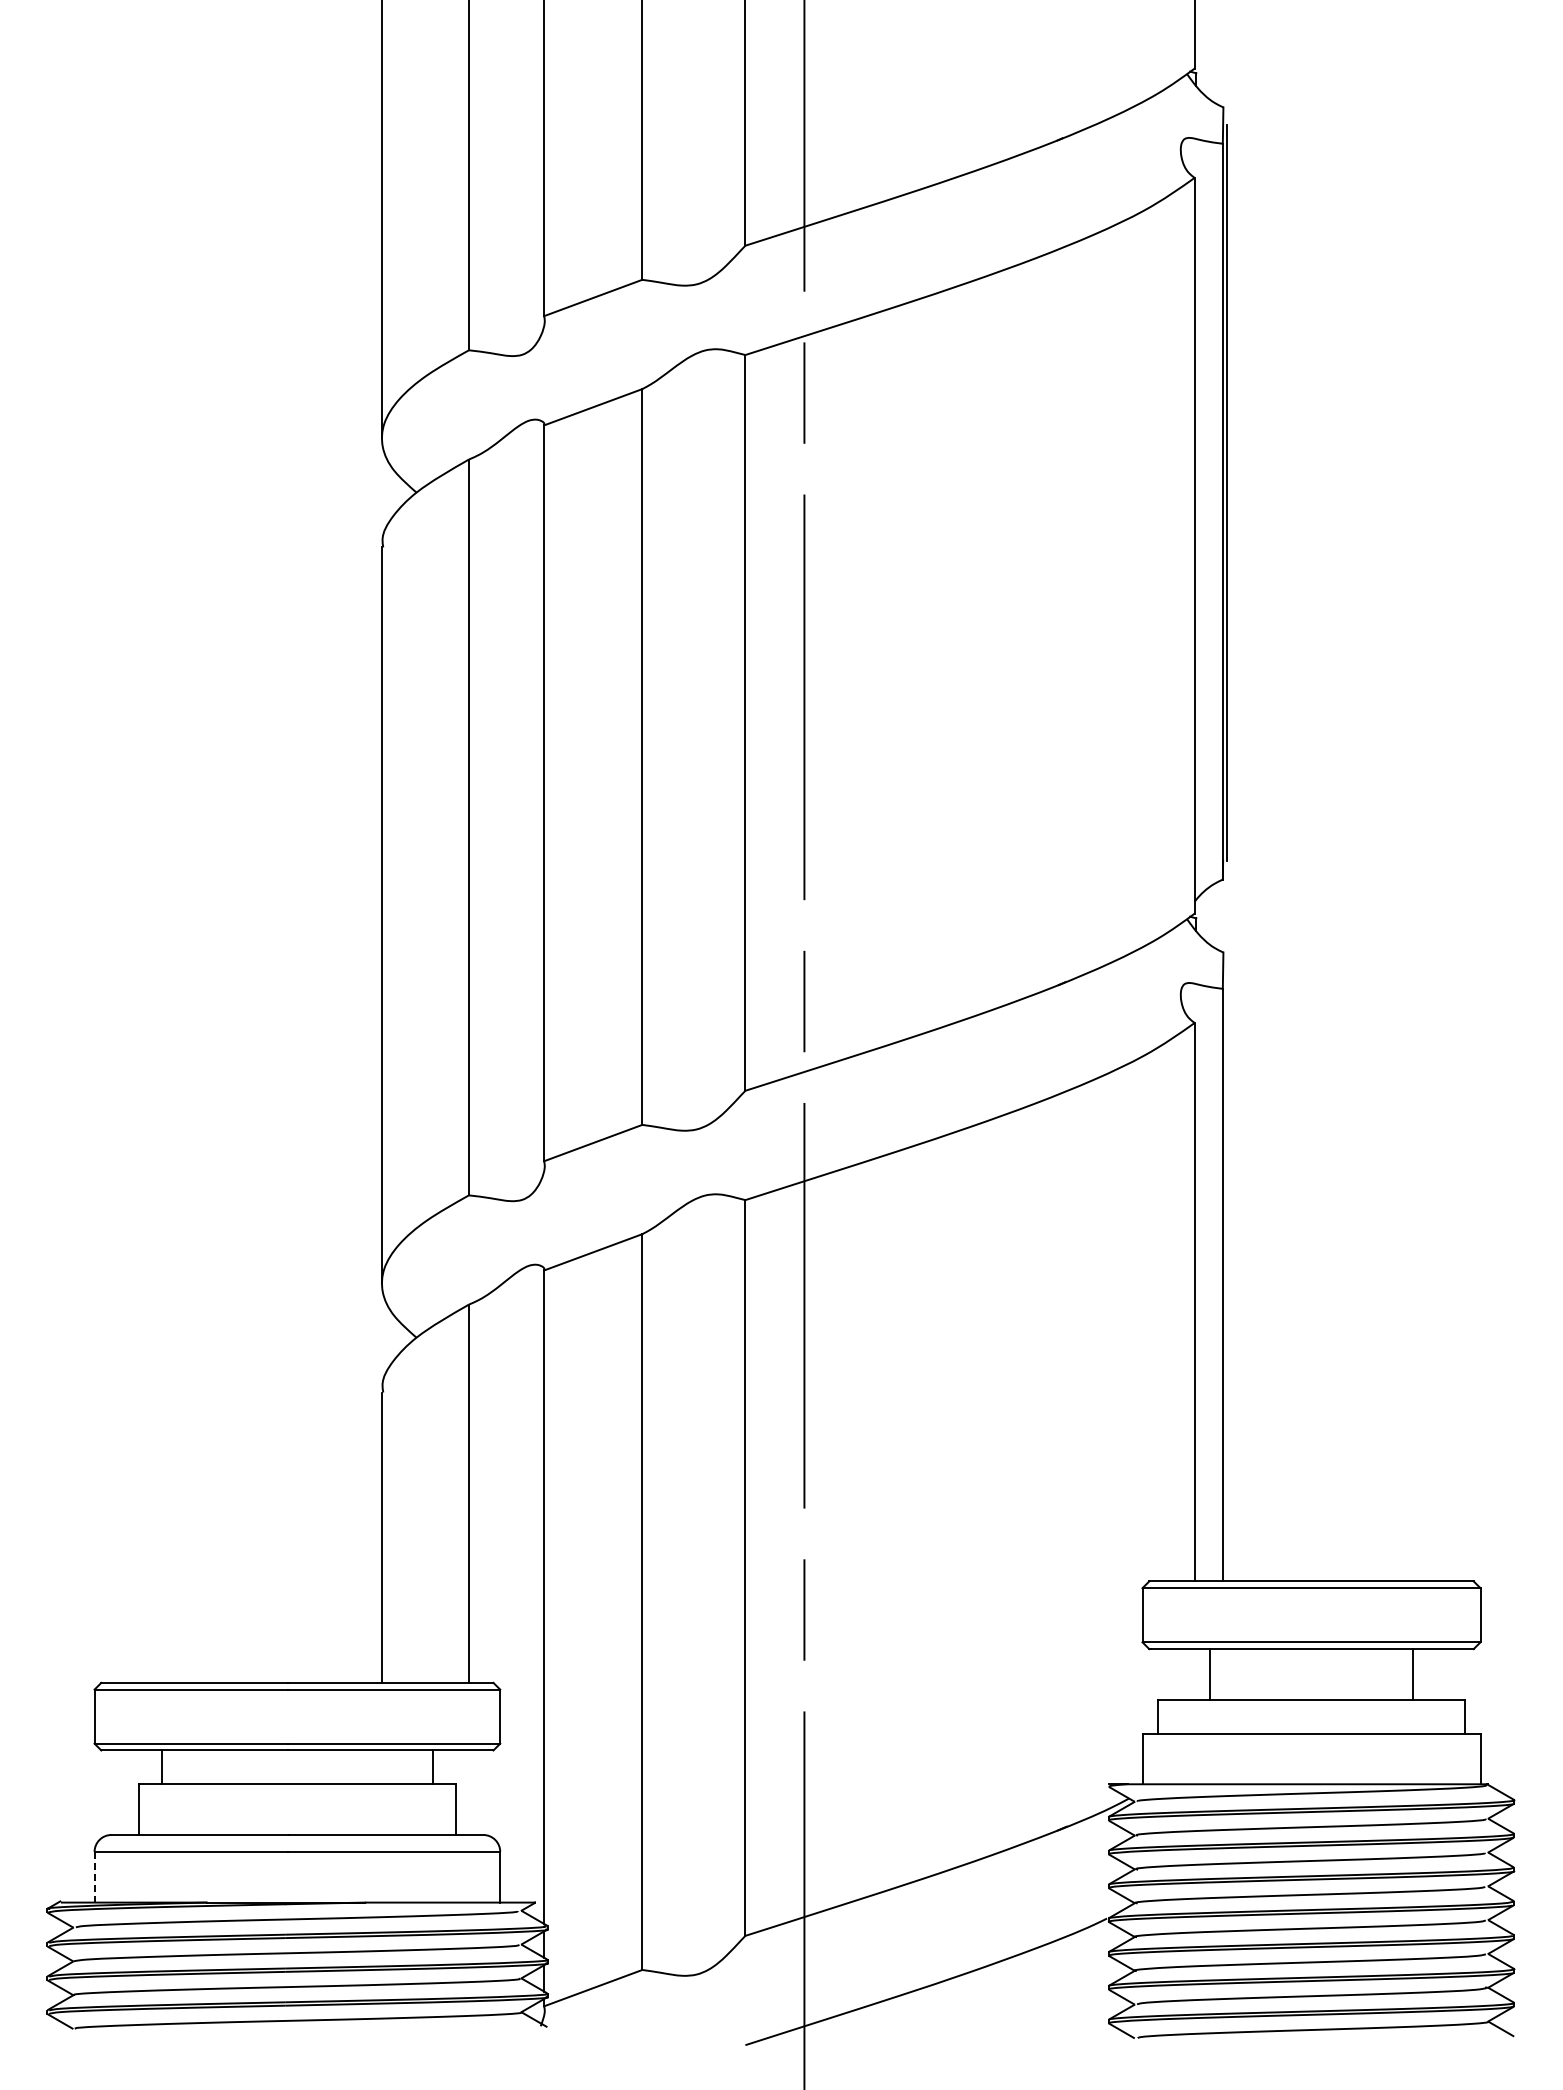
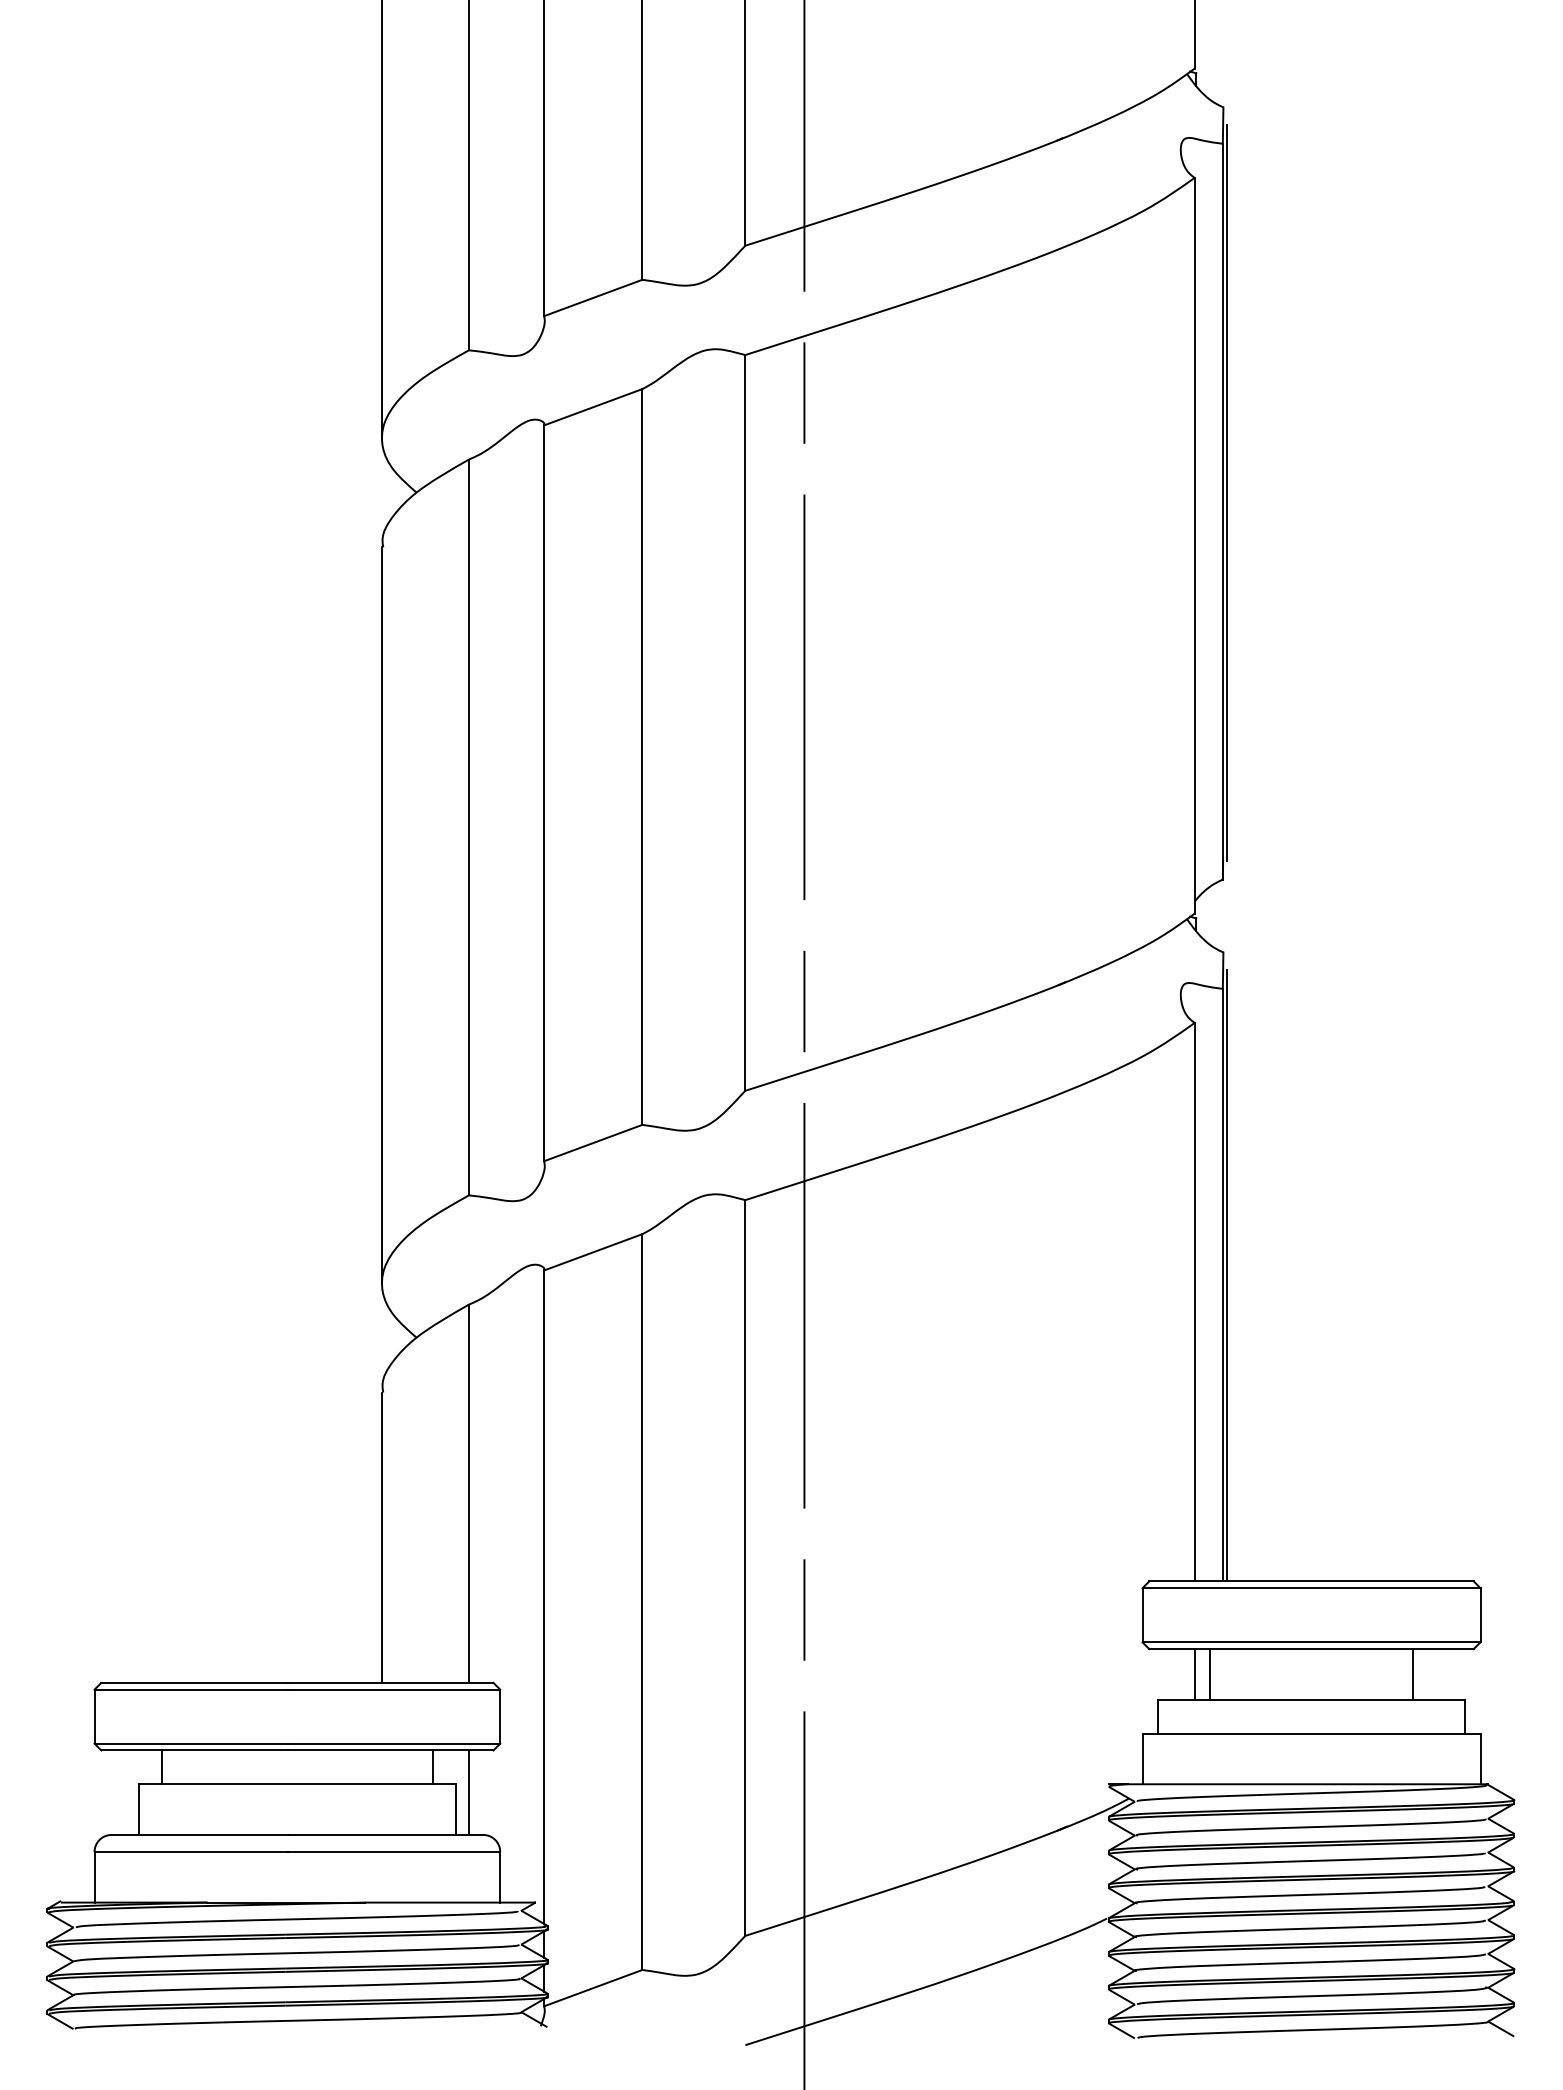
line at (1227, 1275): none -> present
line at (1194, 1674): none -> present
line at (468, 1792): none -> present
line at (94, 1877): dashed -> solid
